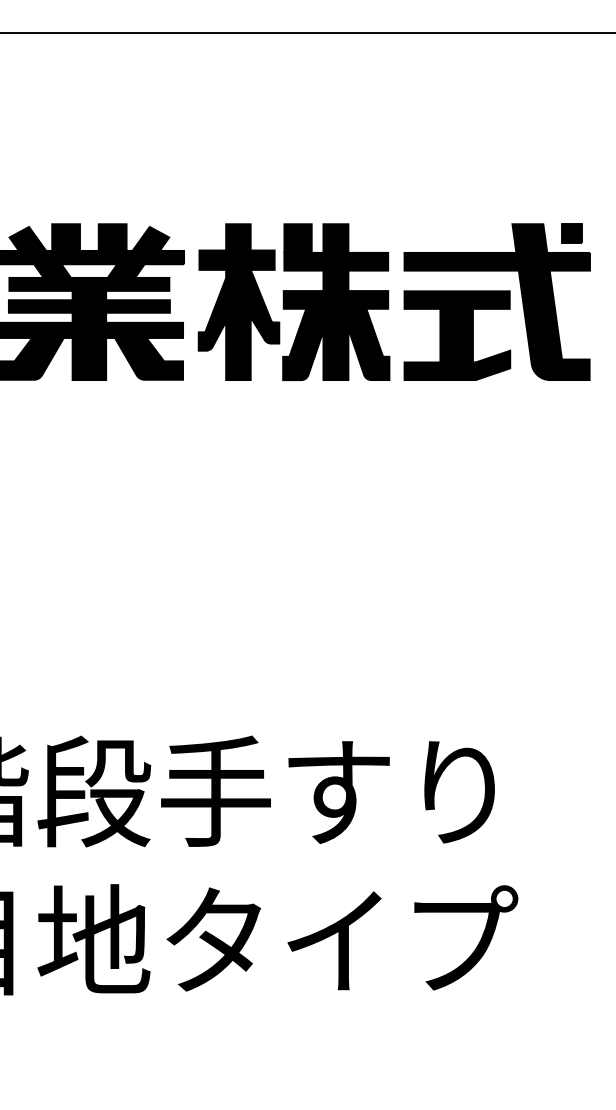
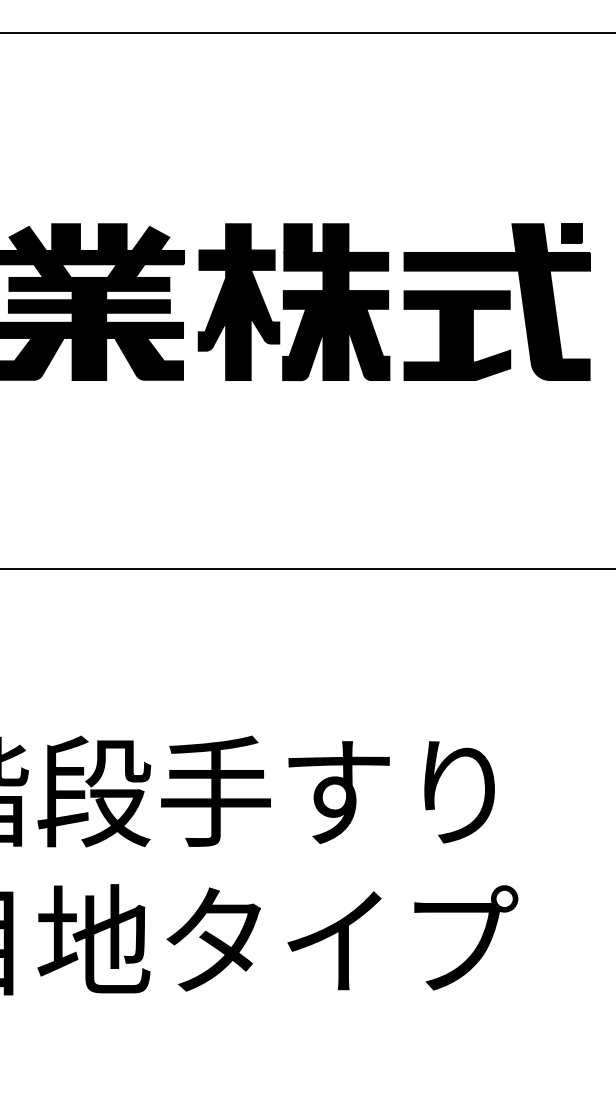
line at (307, 568): none -> present
